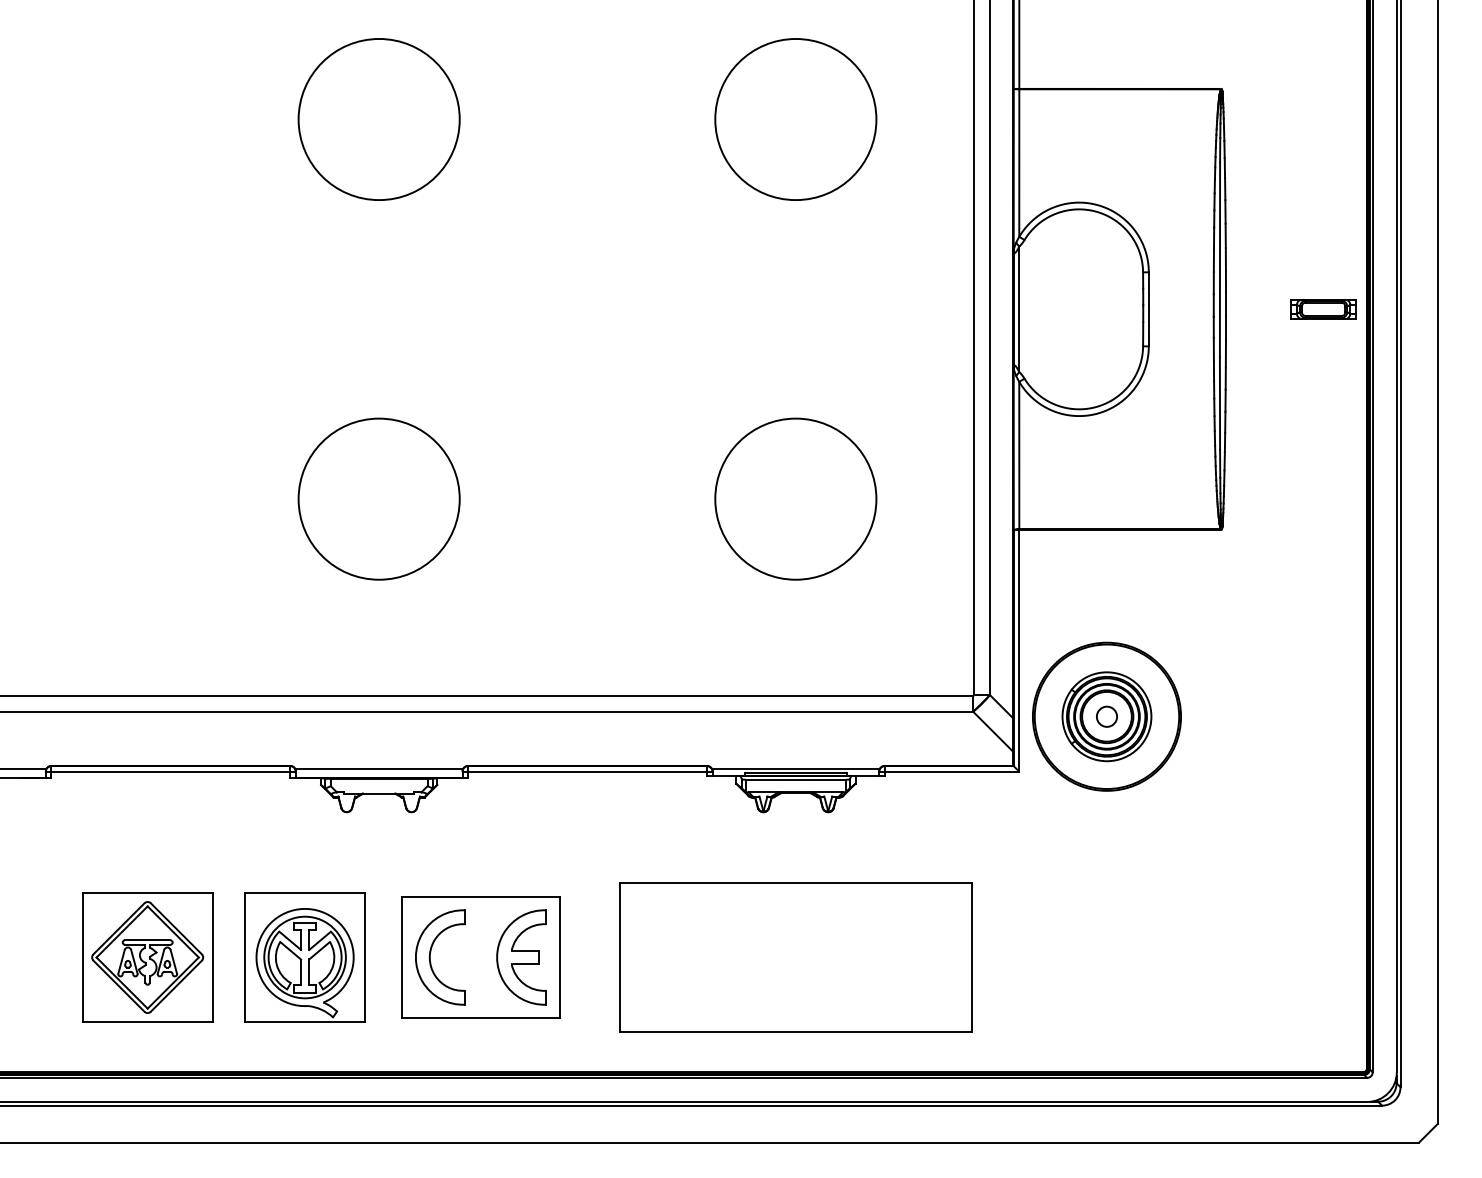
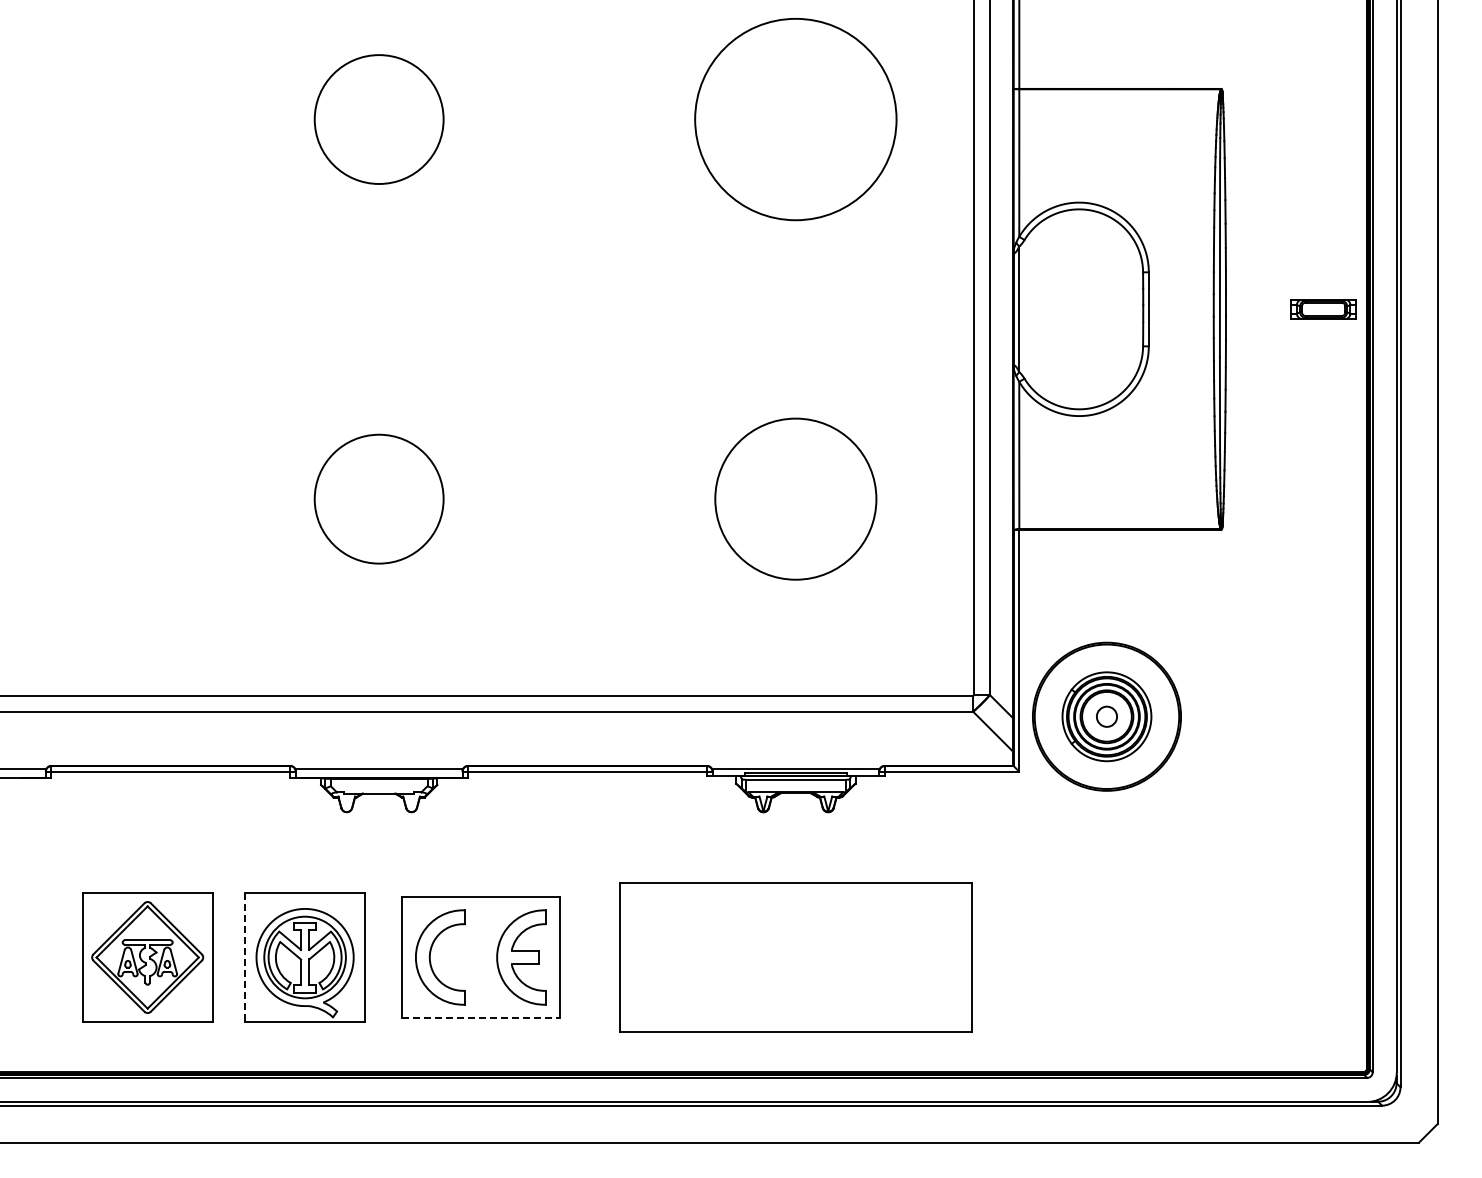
circle at (378, 119) diameter: 161 px -> 129 px
circle at (795, 119) diameter: 161 px -> 201 px
circle at (378, 498) diameter: 161 px -> 129 px
line at (244, 957): solid -> dashed
line at (481, 1017): solid -> dashed
